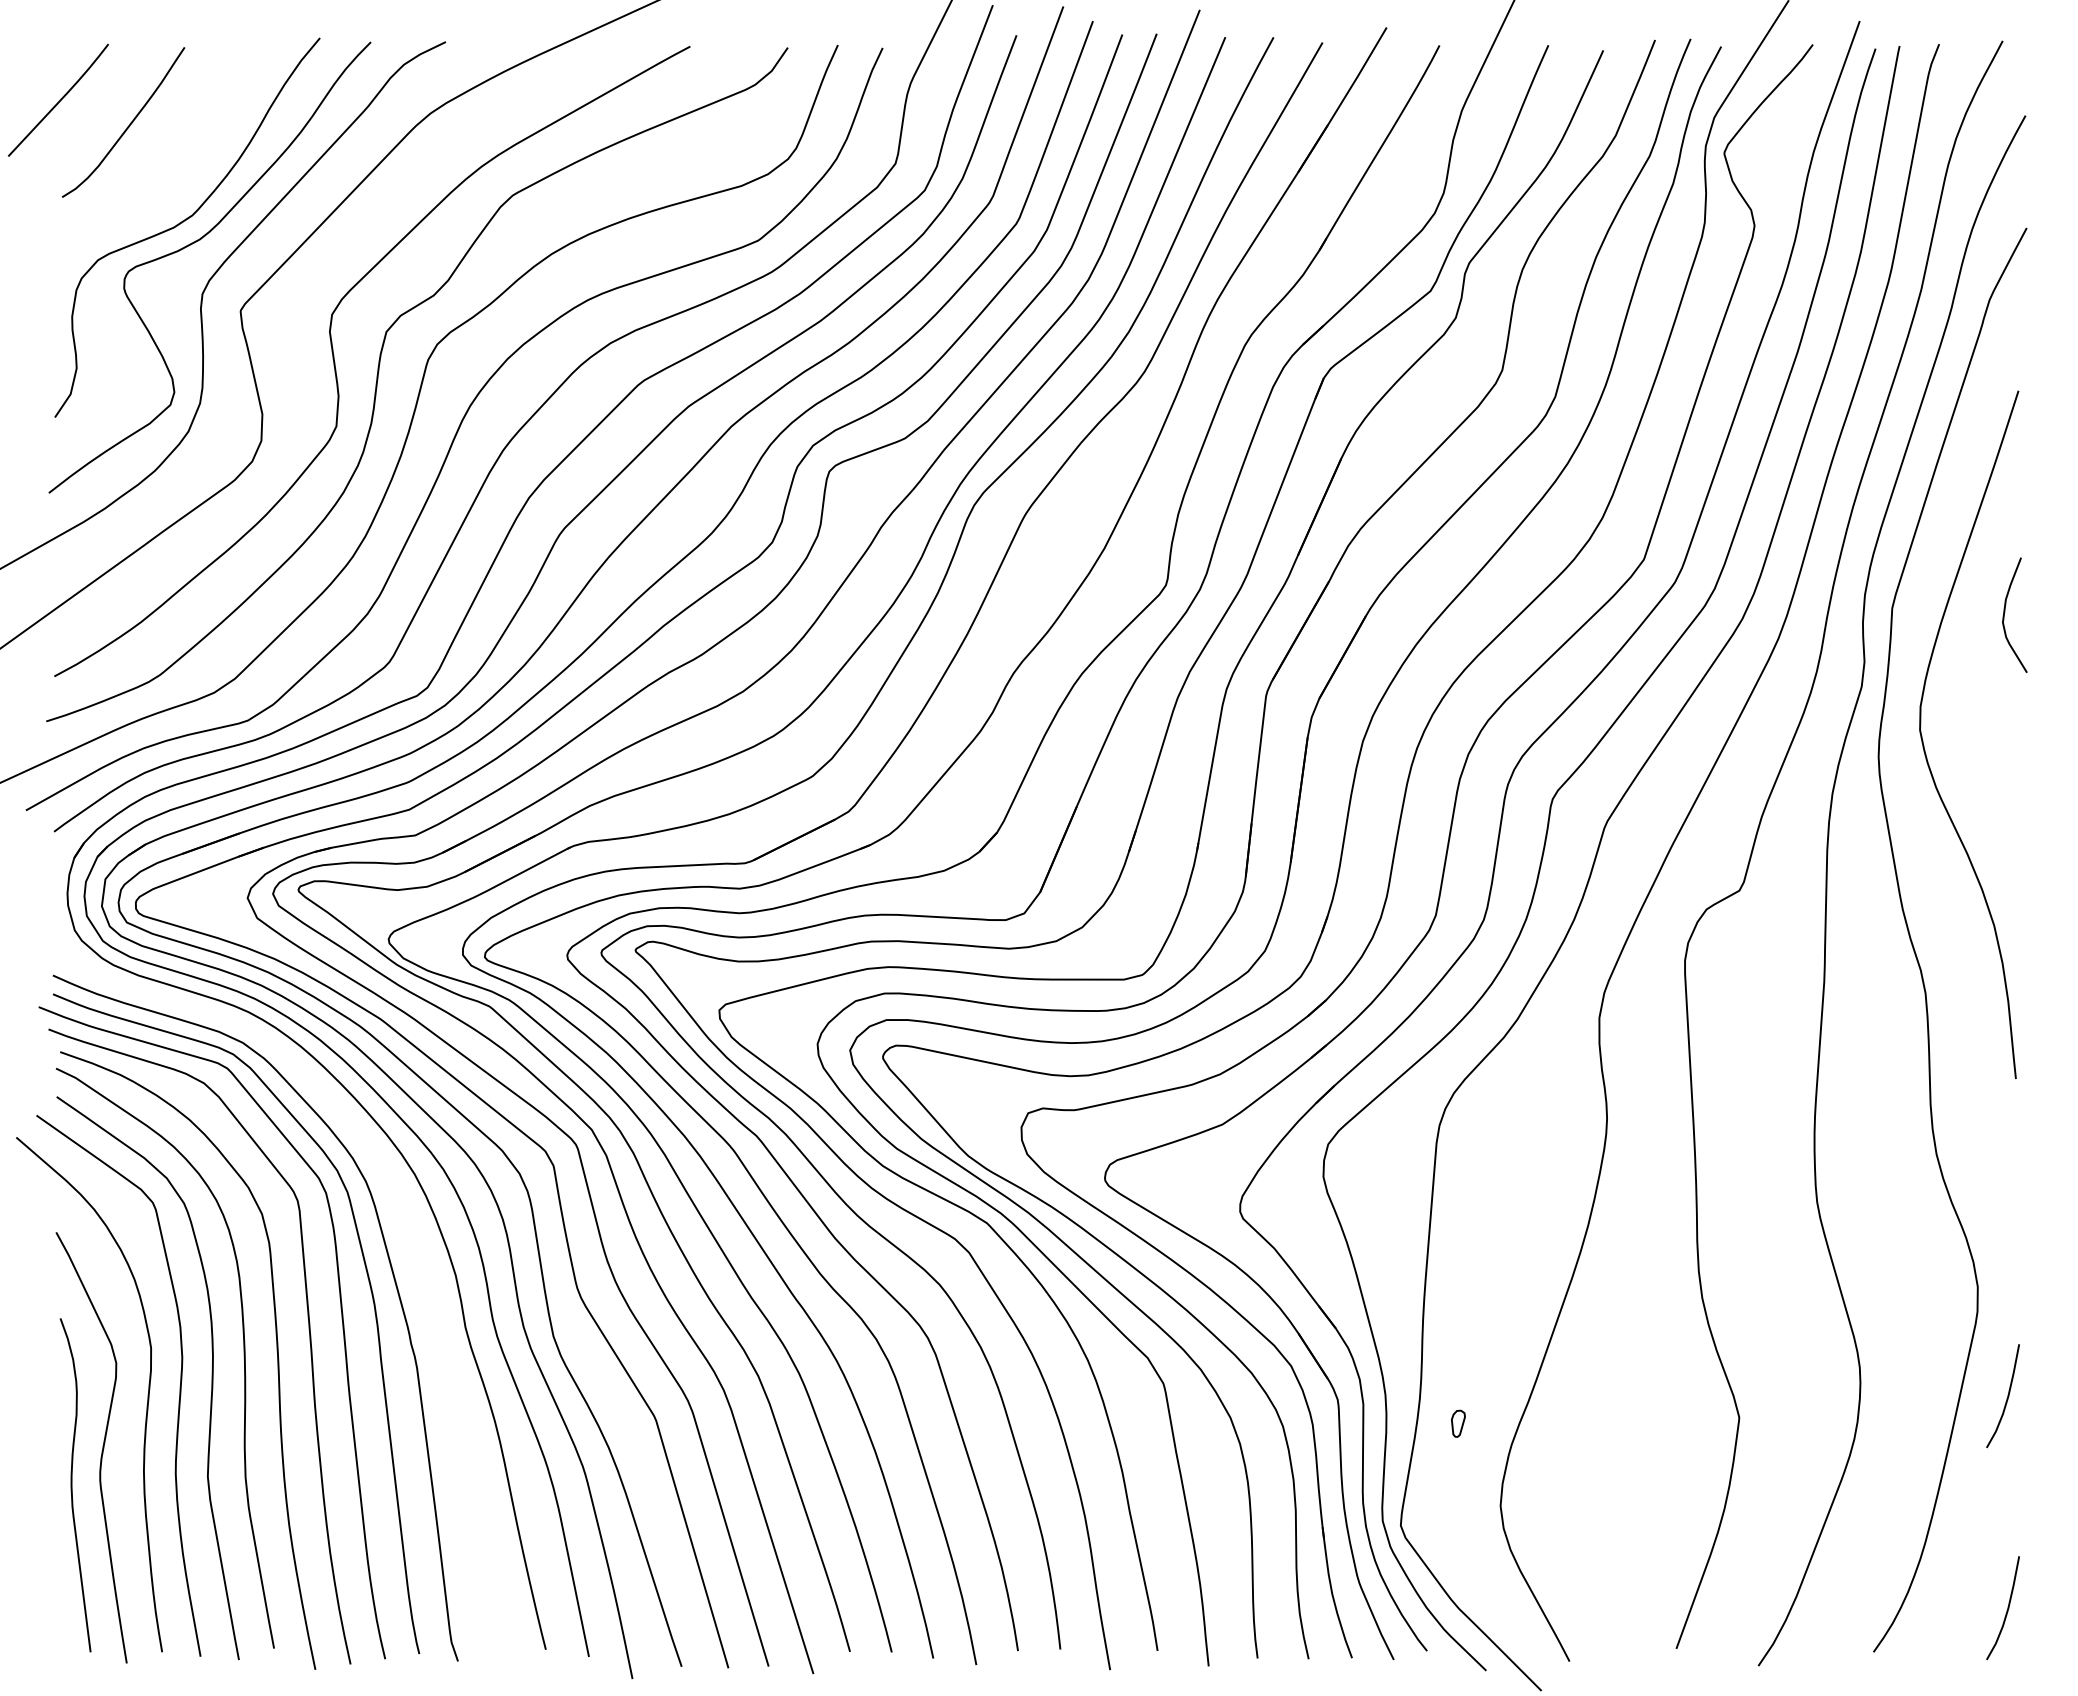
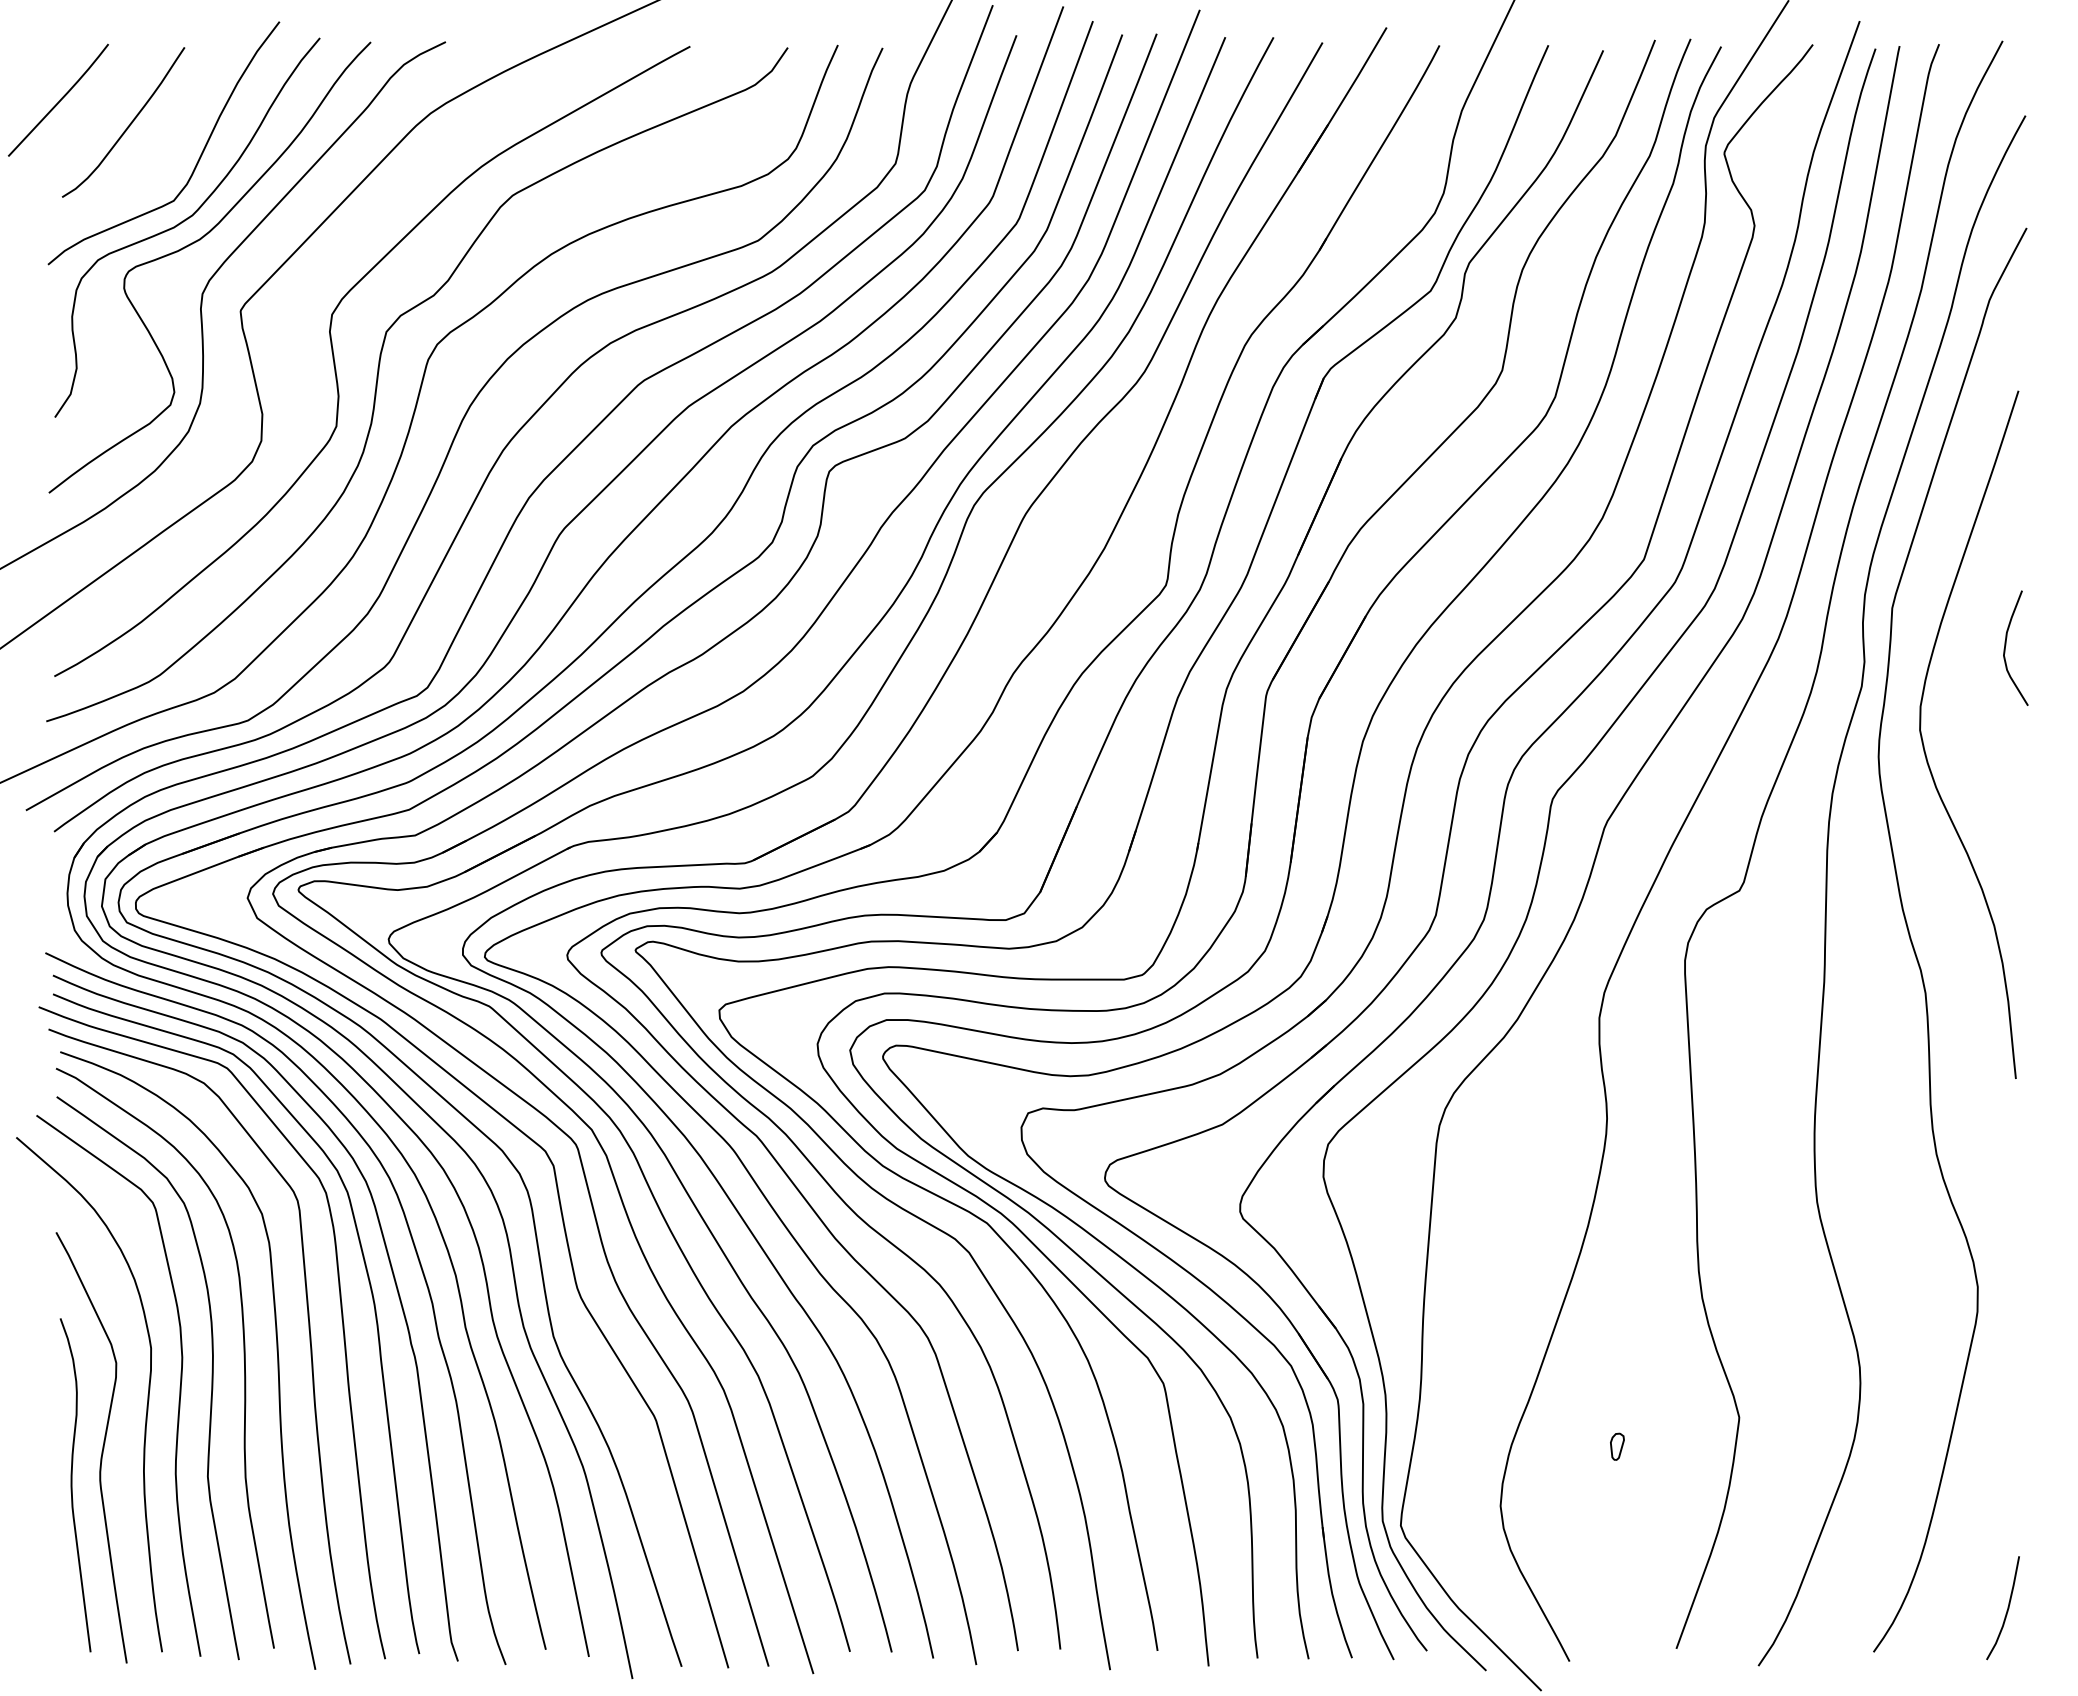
curve at (197, 160): none -> present
curve at (2005, 612) position: (2005, 612) -> (2006, 645)
curve at (419, 1265): none -> present
curve at (2006, 1398): present -> none
part at (1458, 1423) position: (1458, 1423) -> (1617, 1446)
